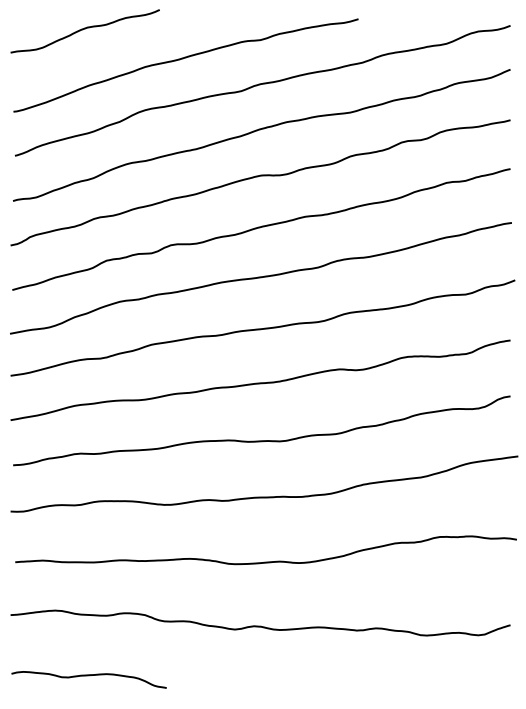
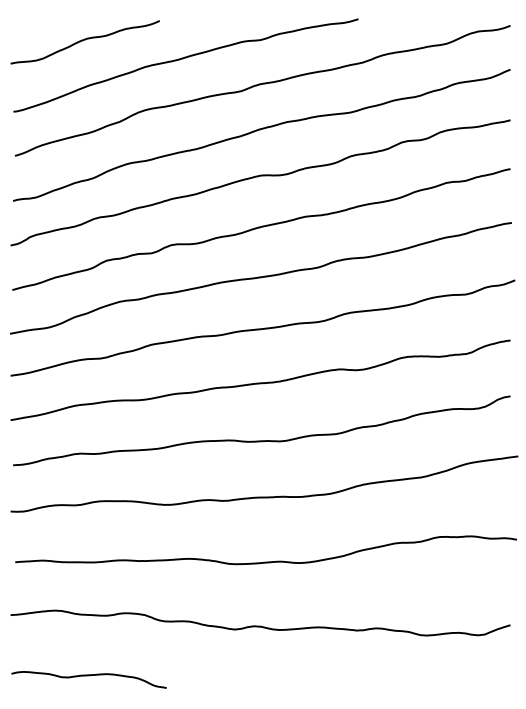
curve at (84, 29) position: (84, 29) -> (84, 40)
